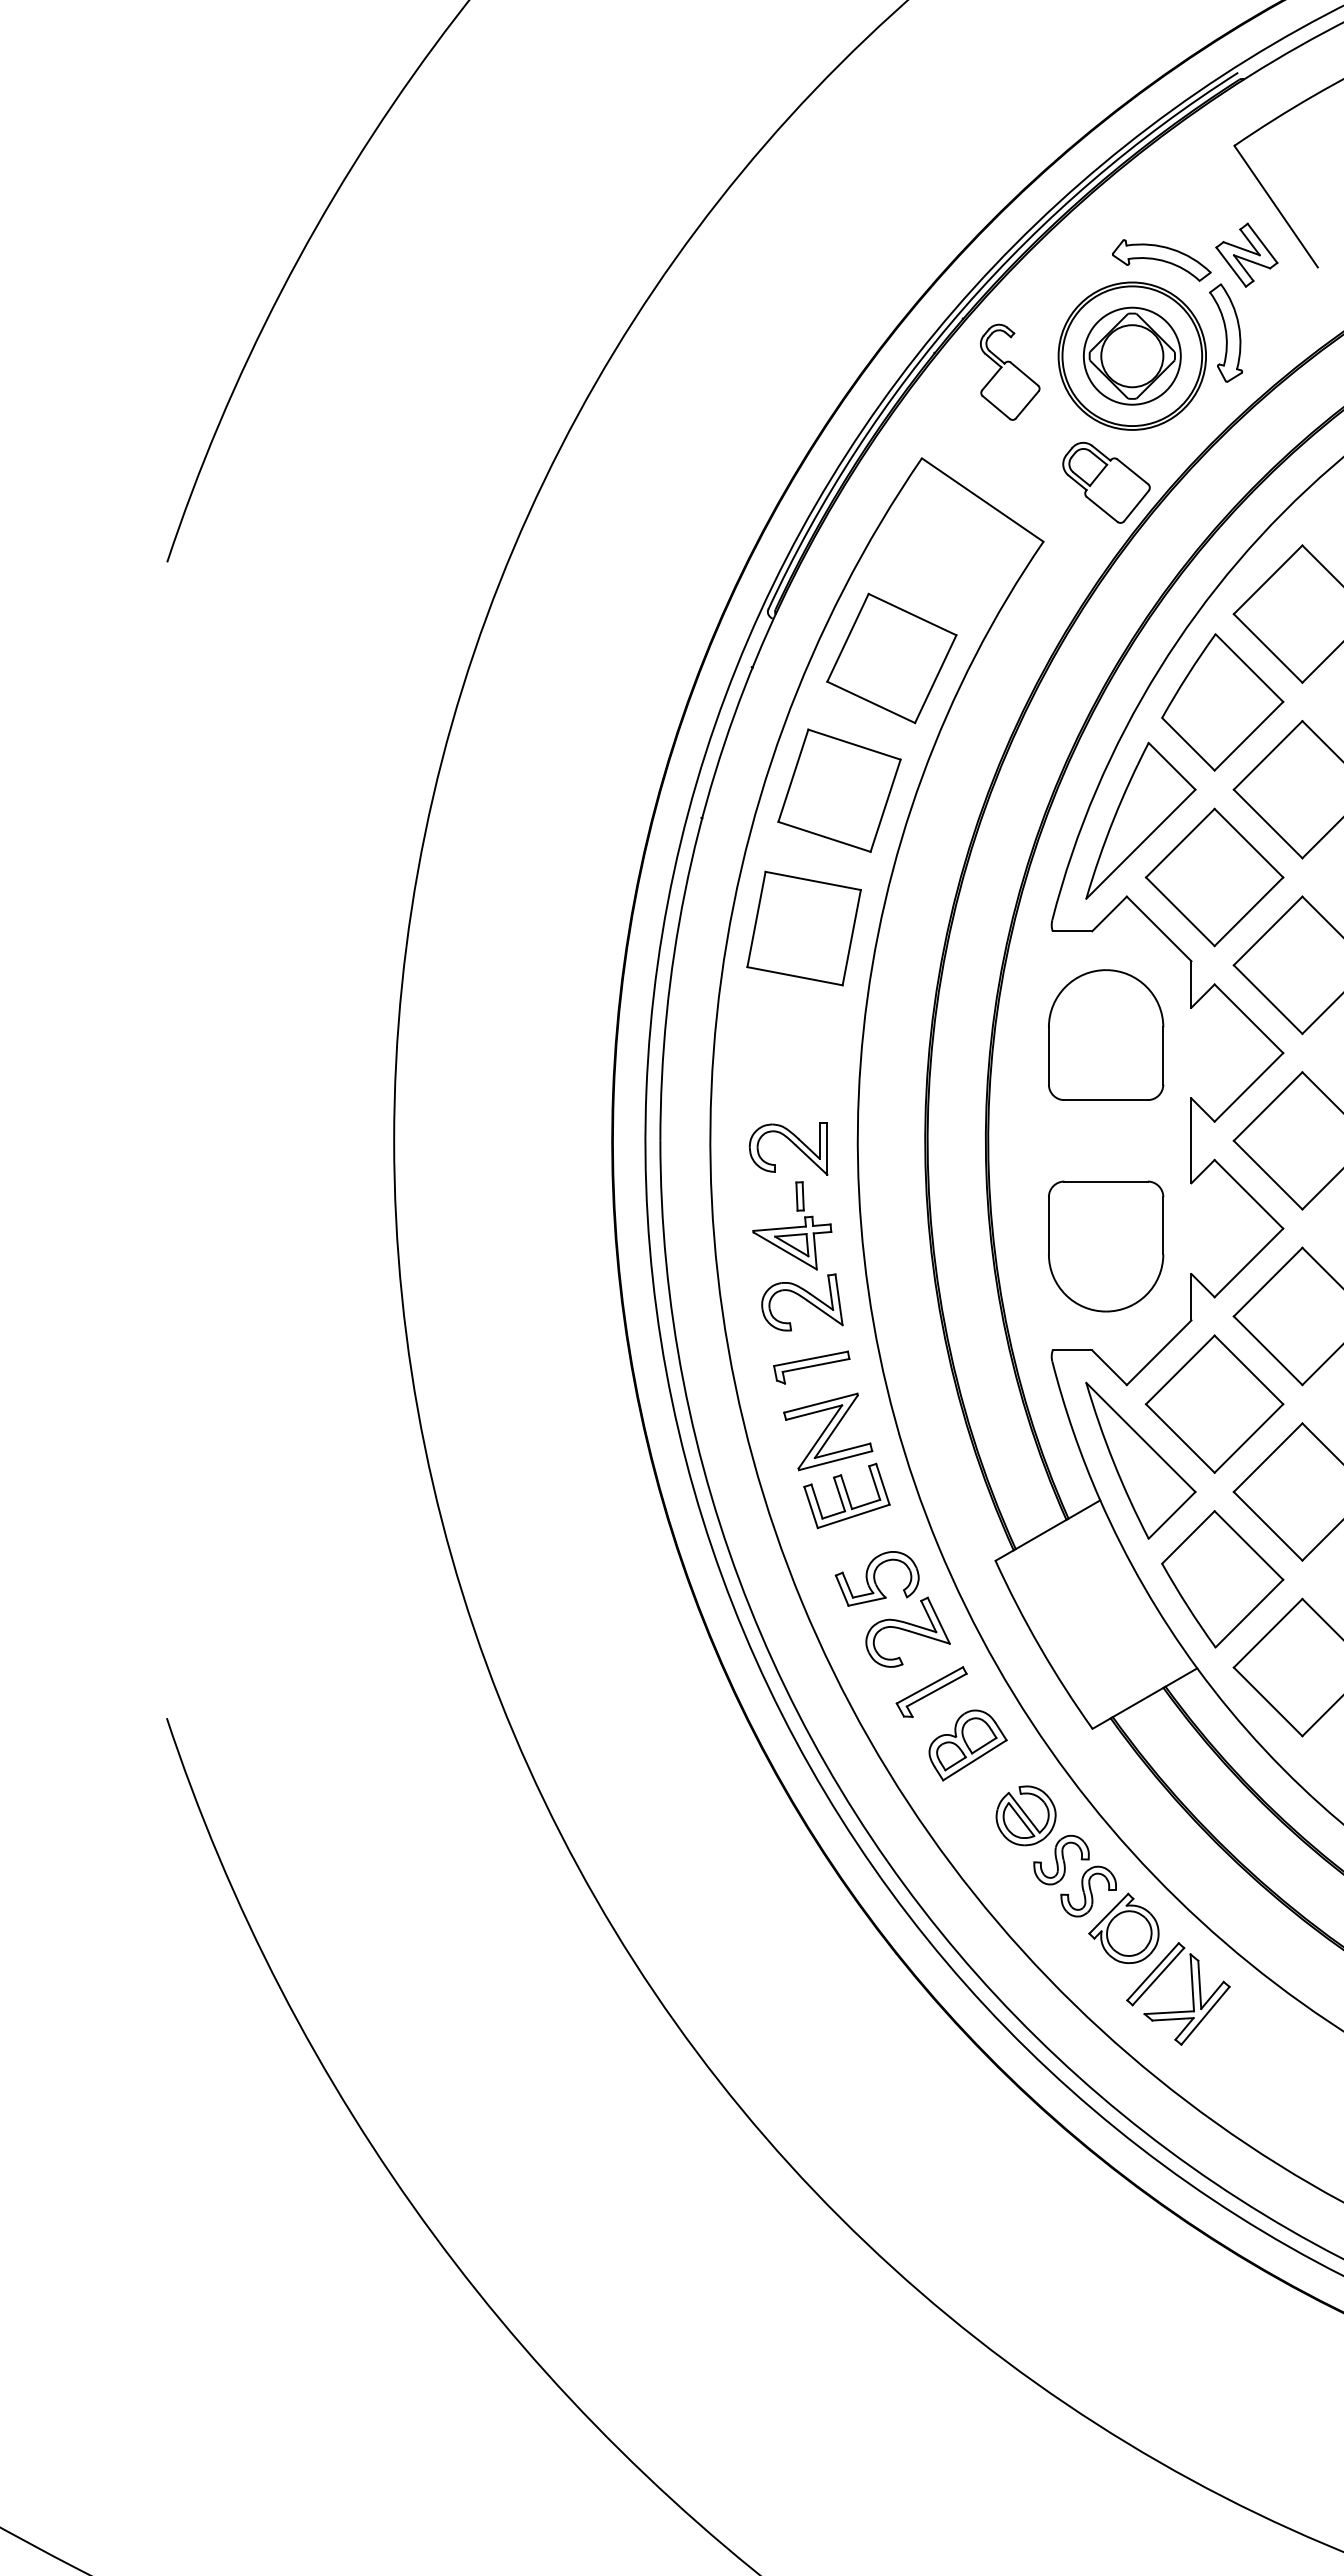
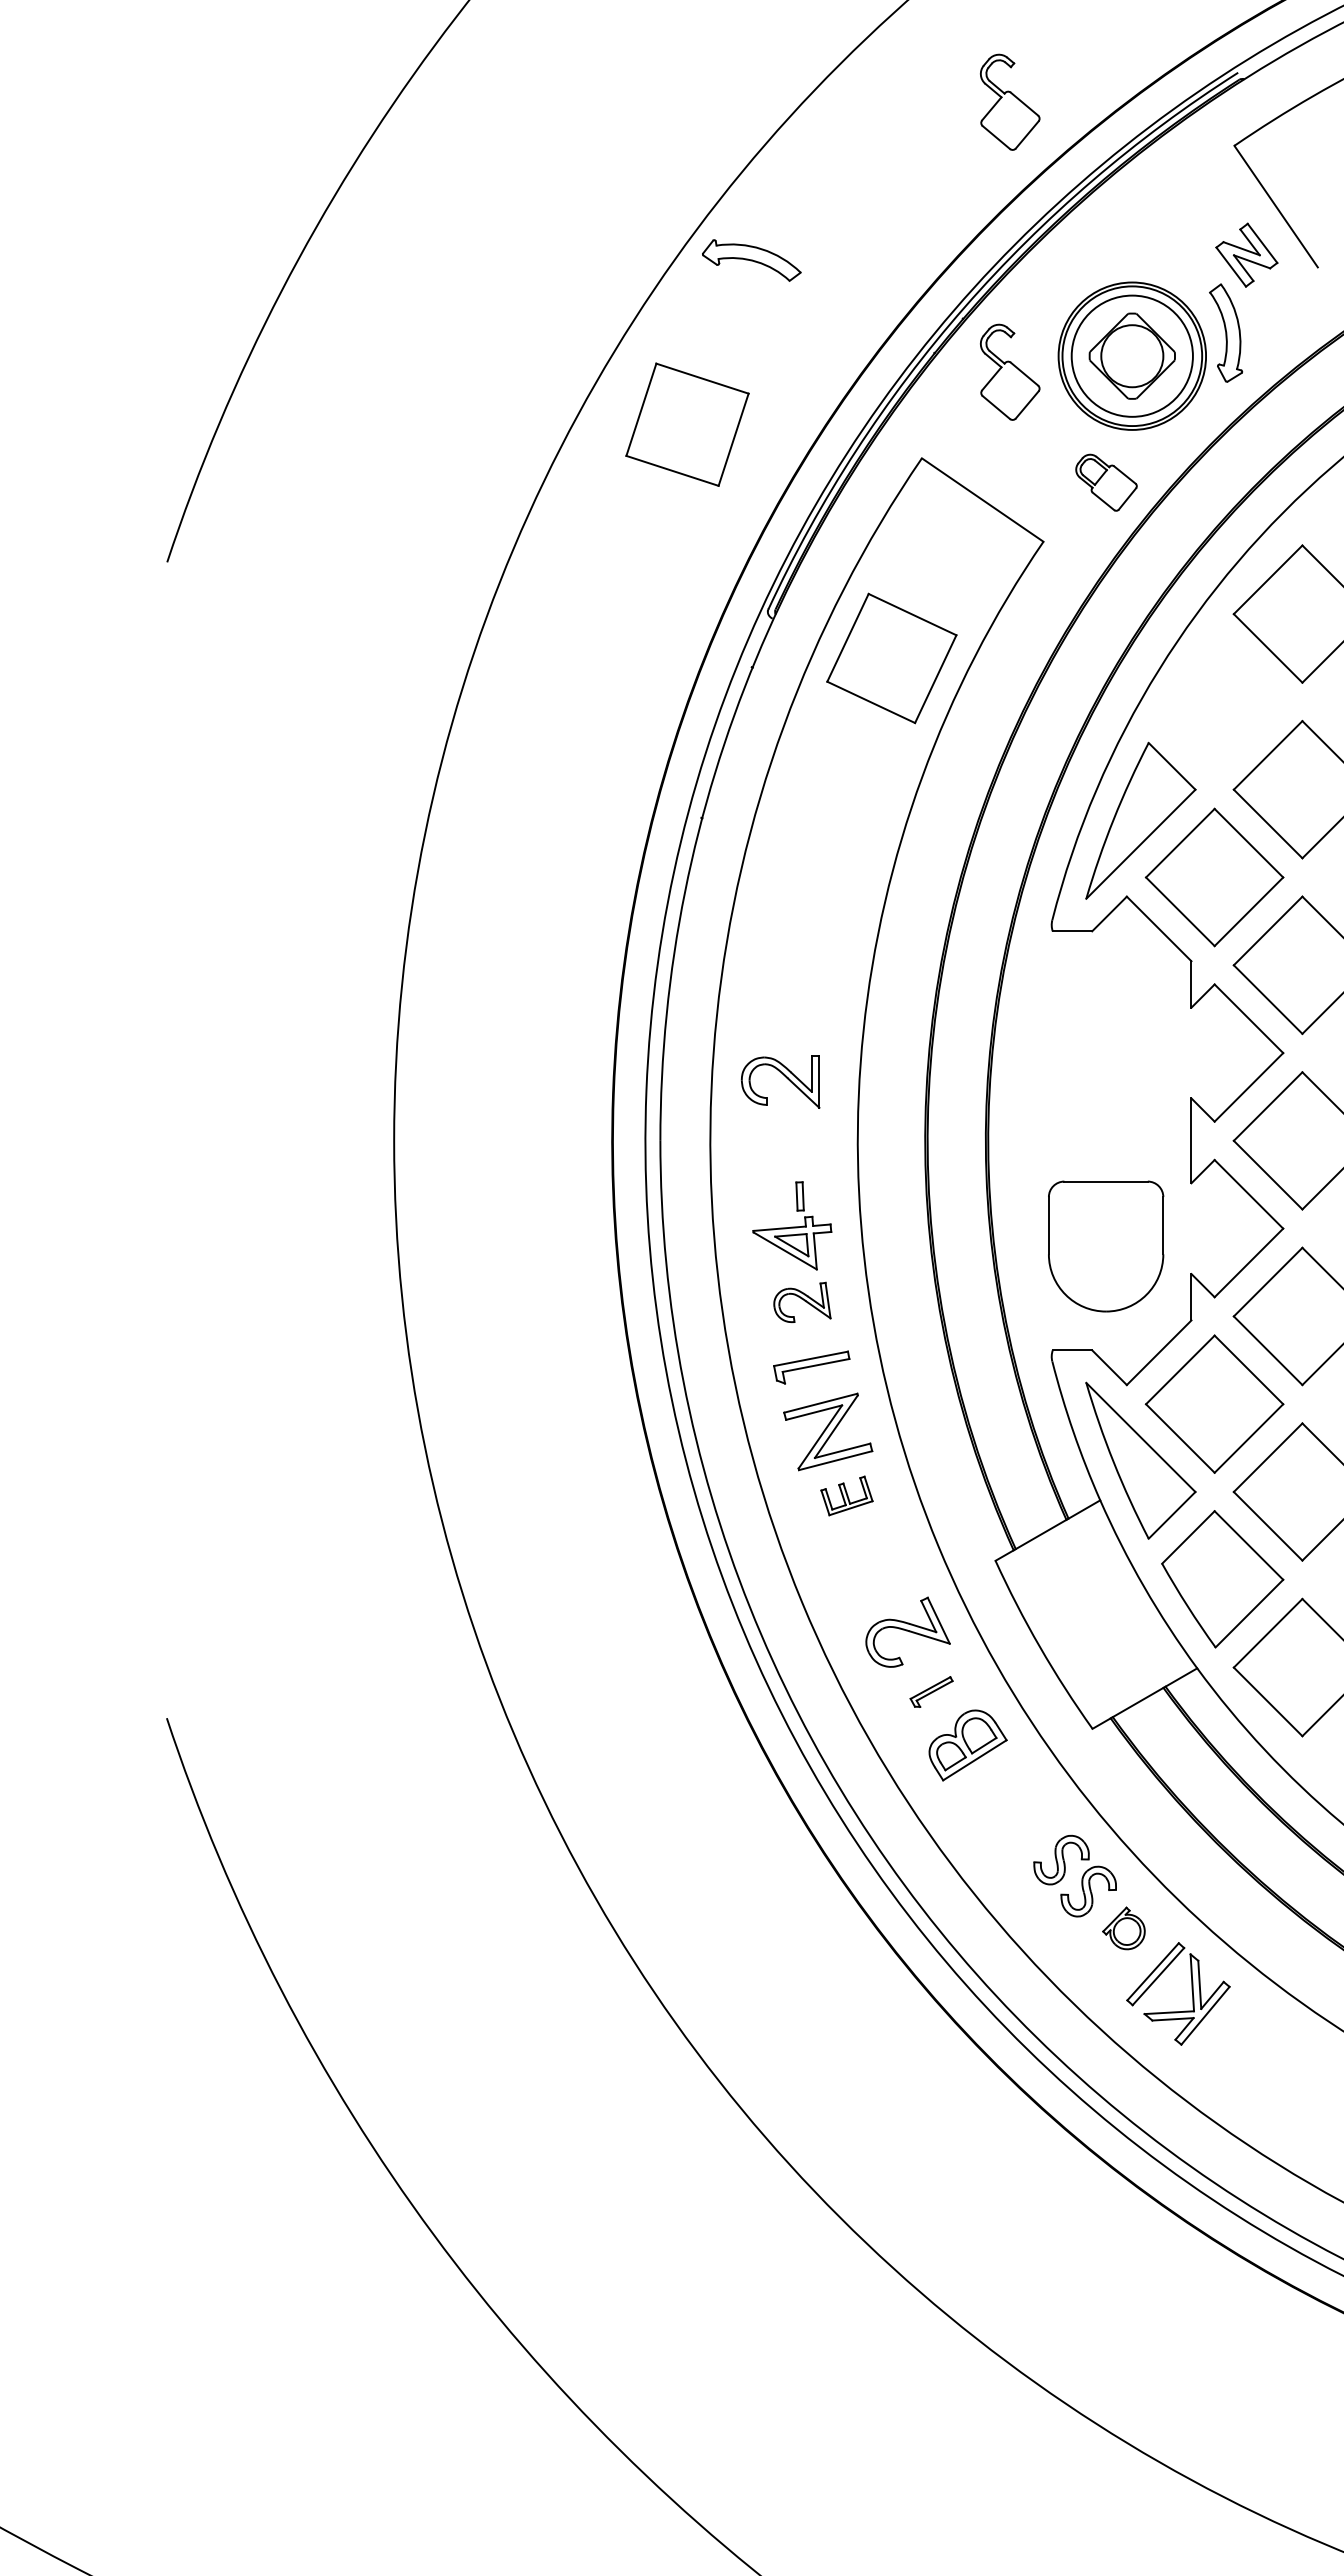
part at (1010, 101): none -> present
part at (1161, 260) position: (1161, 260) -> (751, 260)
circle at (1131, 355) diameter: 97 px -> 121 px
part at (1106, 482) size: 89x83 px -> 63x59 px
part at (1222, 702): present -> none
part at (839, 790) position: (839, 790) -> (687, 424)
part at (803, 928): present -> none
part at (1106, 1034): present -> none
part at (792, 1143) position: (792, 1143) -> (784, 1076)
part at (802, 1302) size: 83x59 px -> 59x42 px
part at (846, 1495) size: 88x68 px -> 54x42 px
part at (876, 1578): present -> none
part at (931, 1691) size: 73x52 px -> 45x32 px
part at (1025, 1815): present -> none
part at (1123, 1928) size: 72x73 px -> 44x45 px
